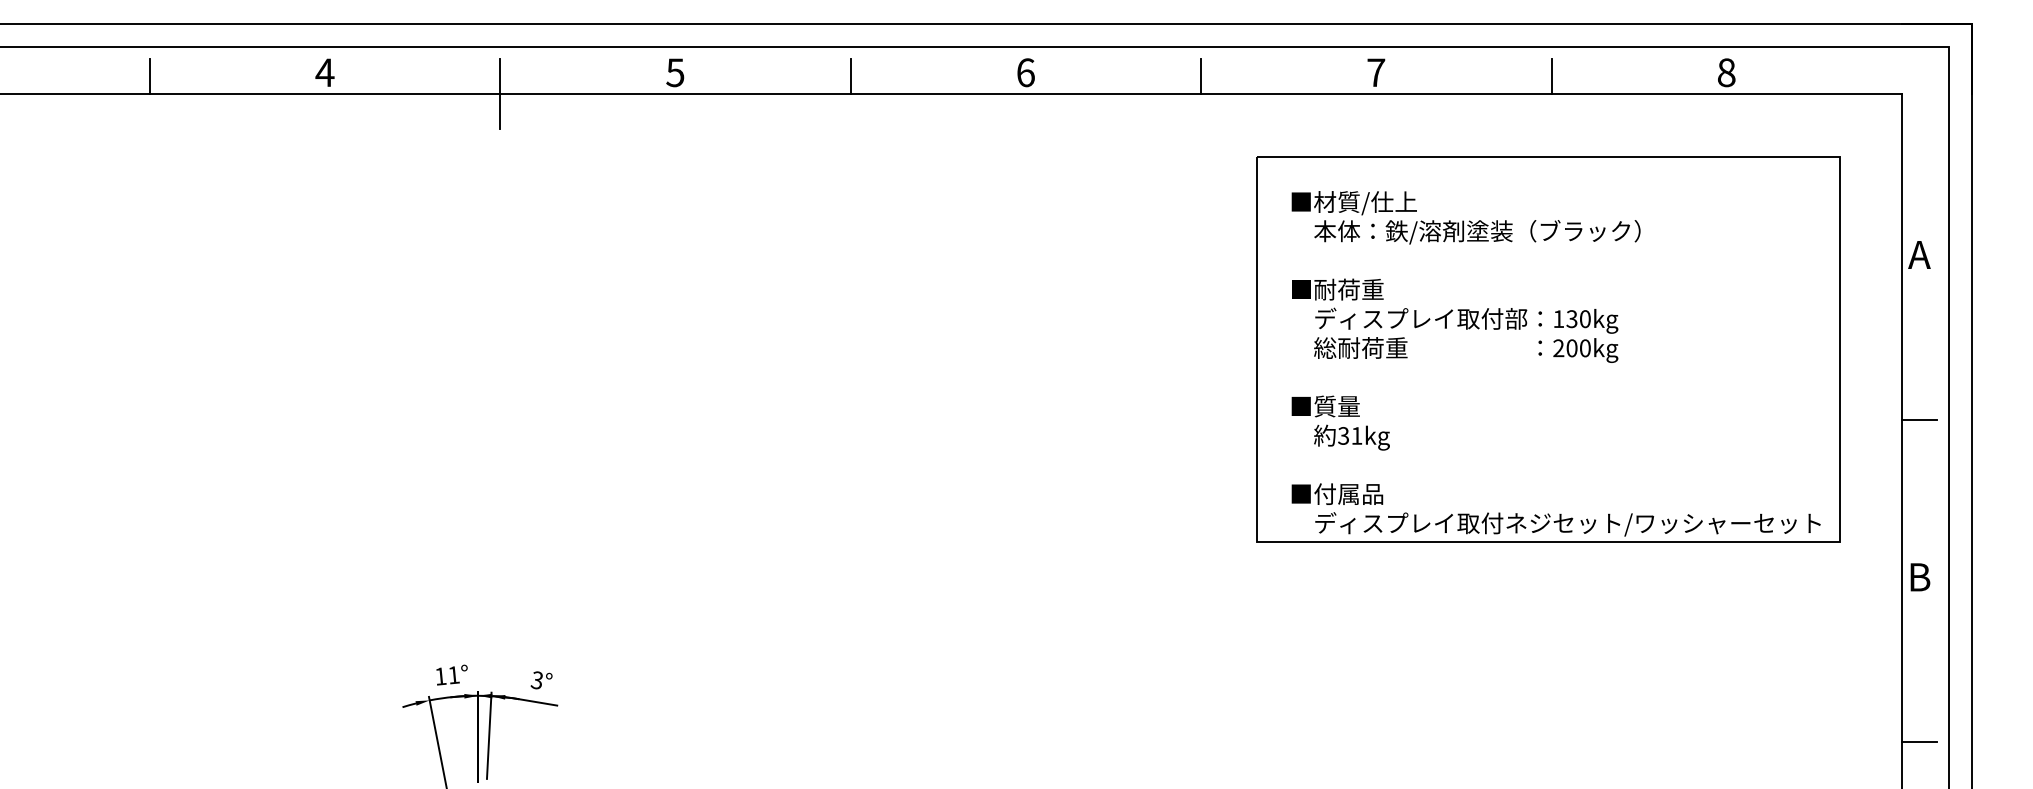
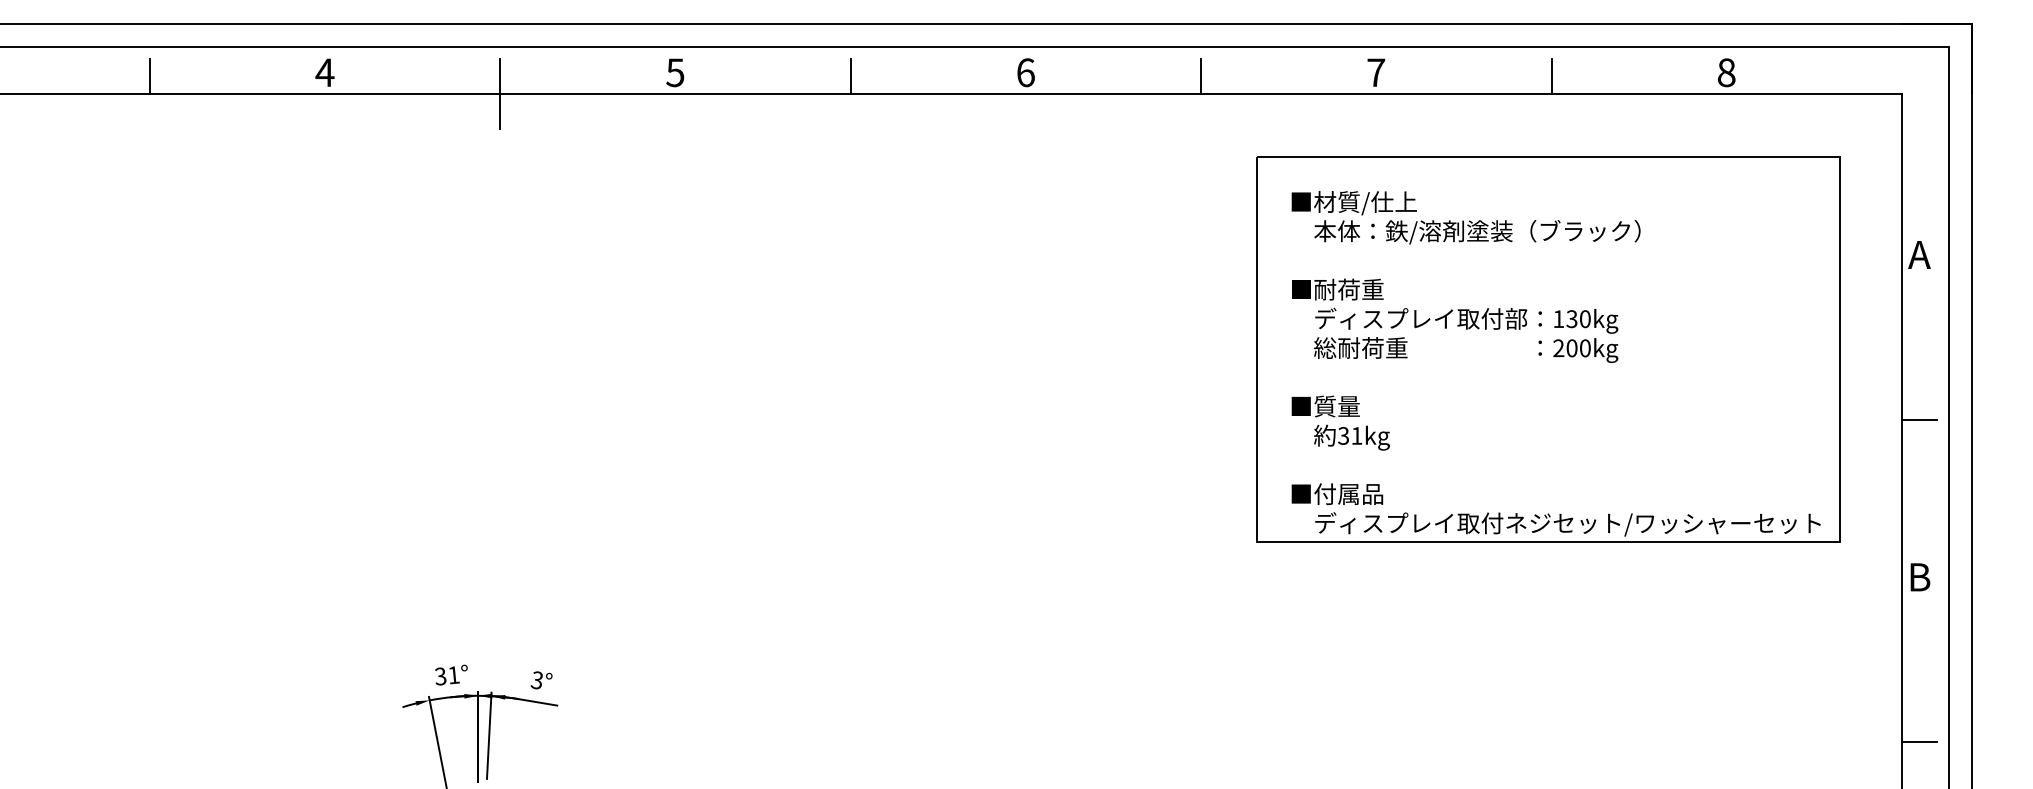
text at (440, 676): 11° -> 31°
